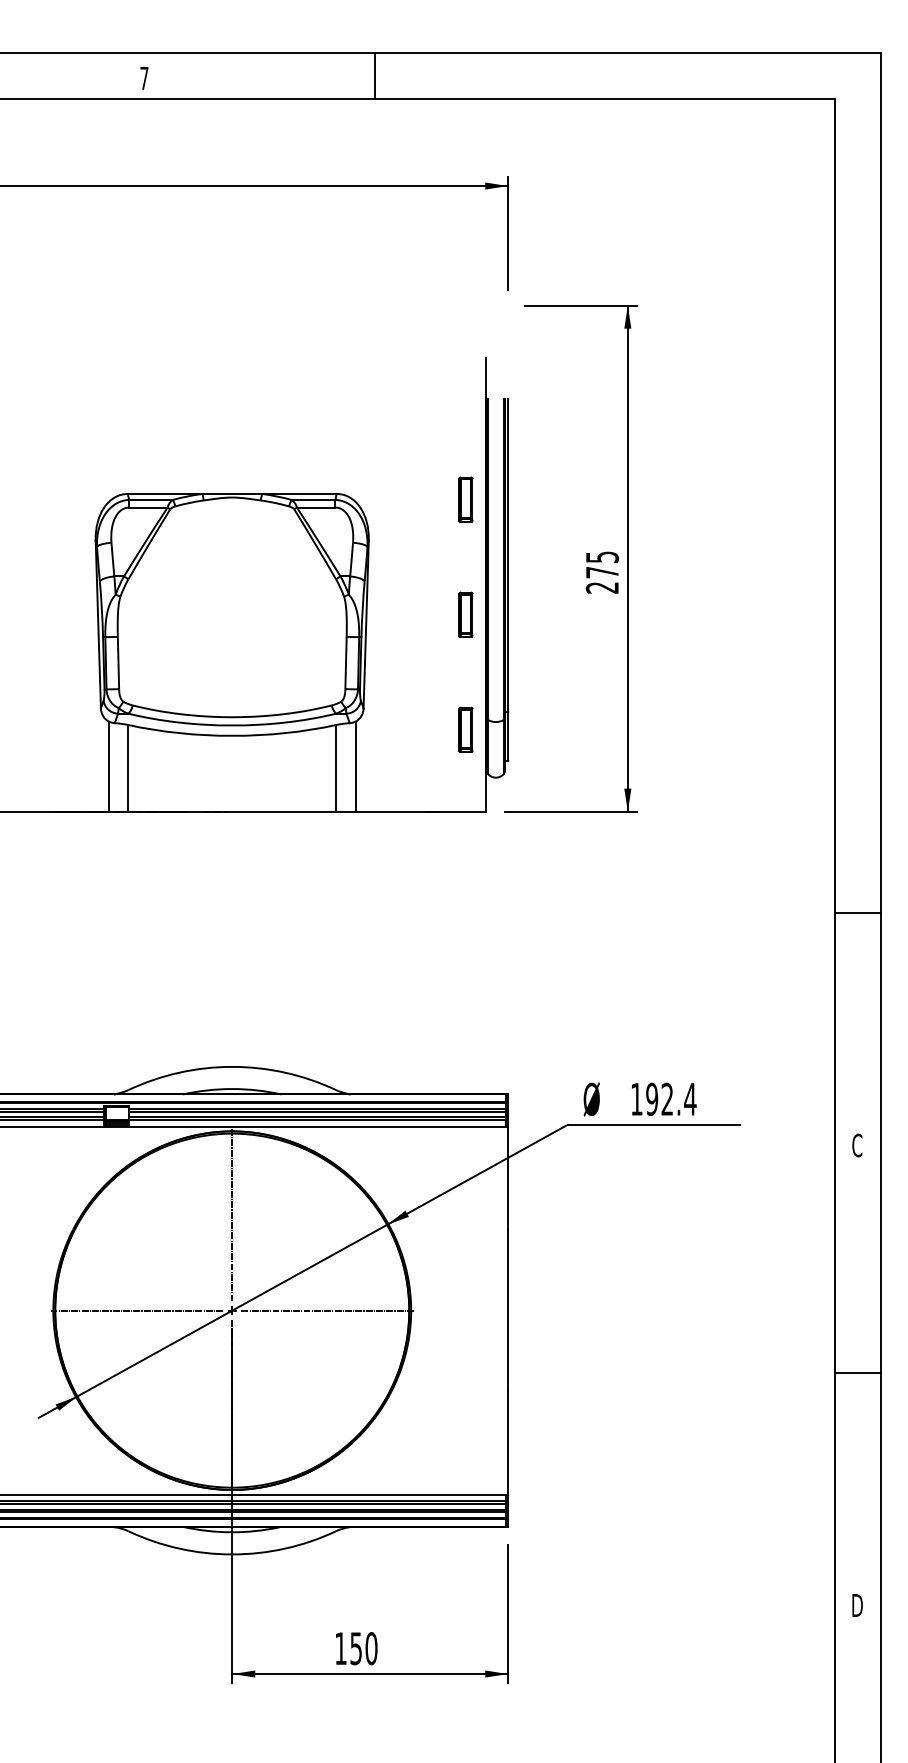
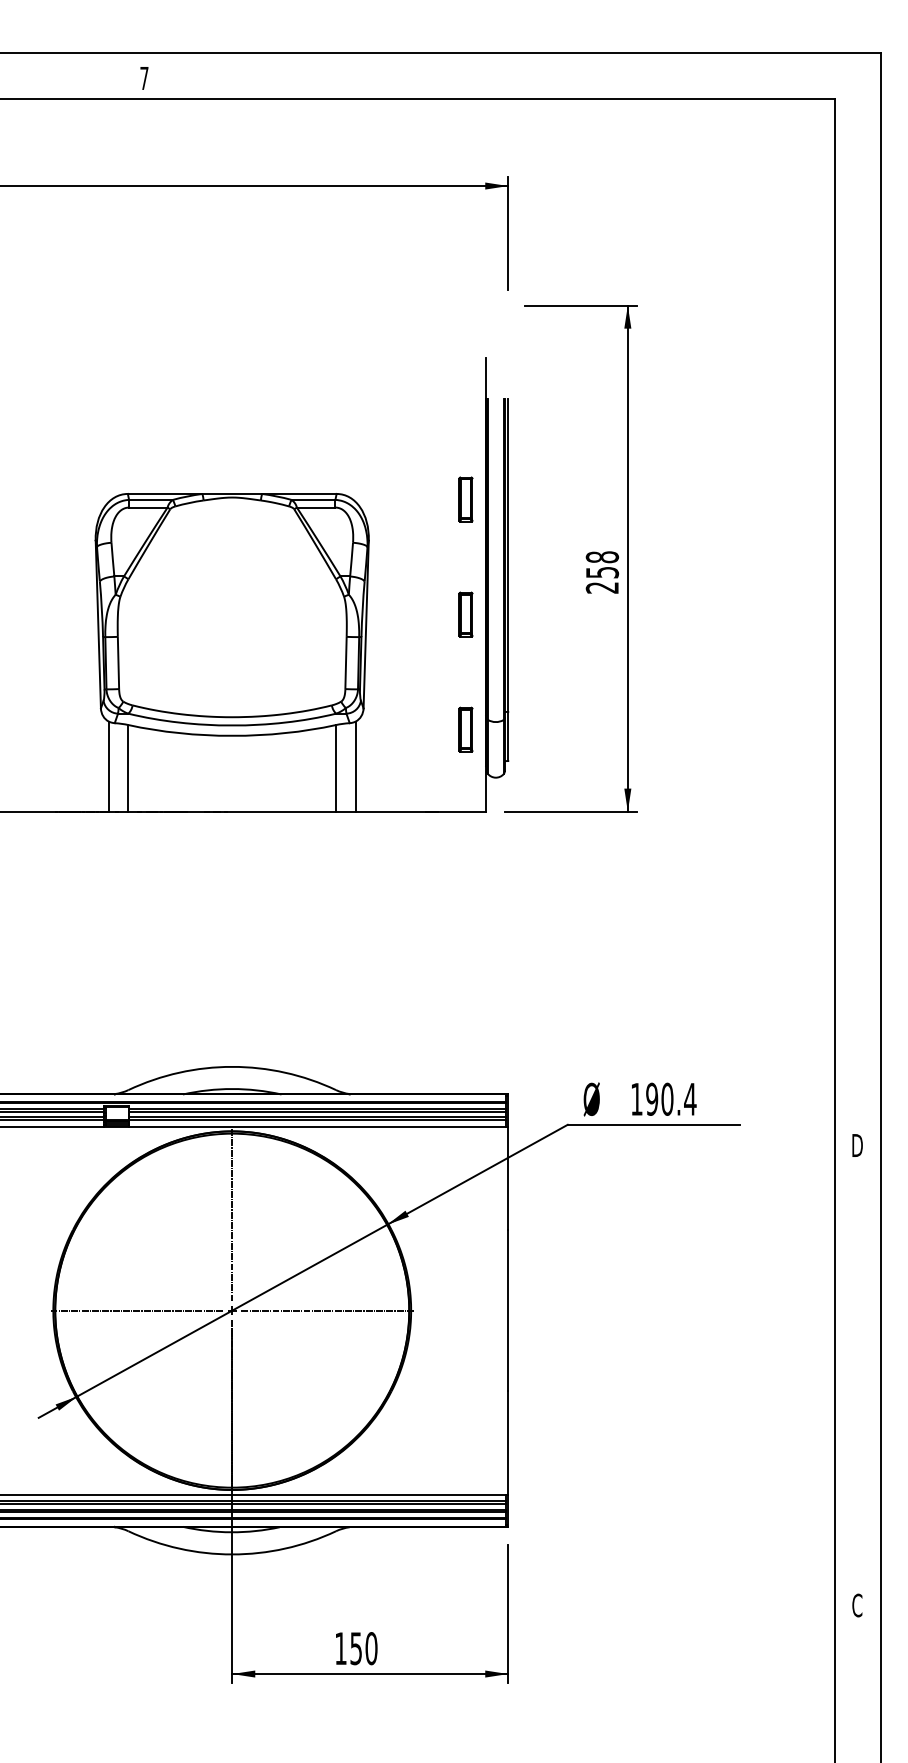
line at (374, 75): present -> none
text at (602, 564): 275 -> 258
line at (857, 913): present -> none
text at (667, 1098): 192.4 -> 190.4
text at (857, 1145): C -> D
line at (857, 1373): present -> none
text at (857, 1605): D -> C
